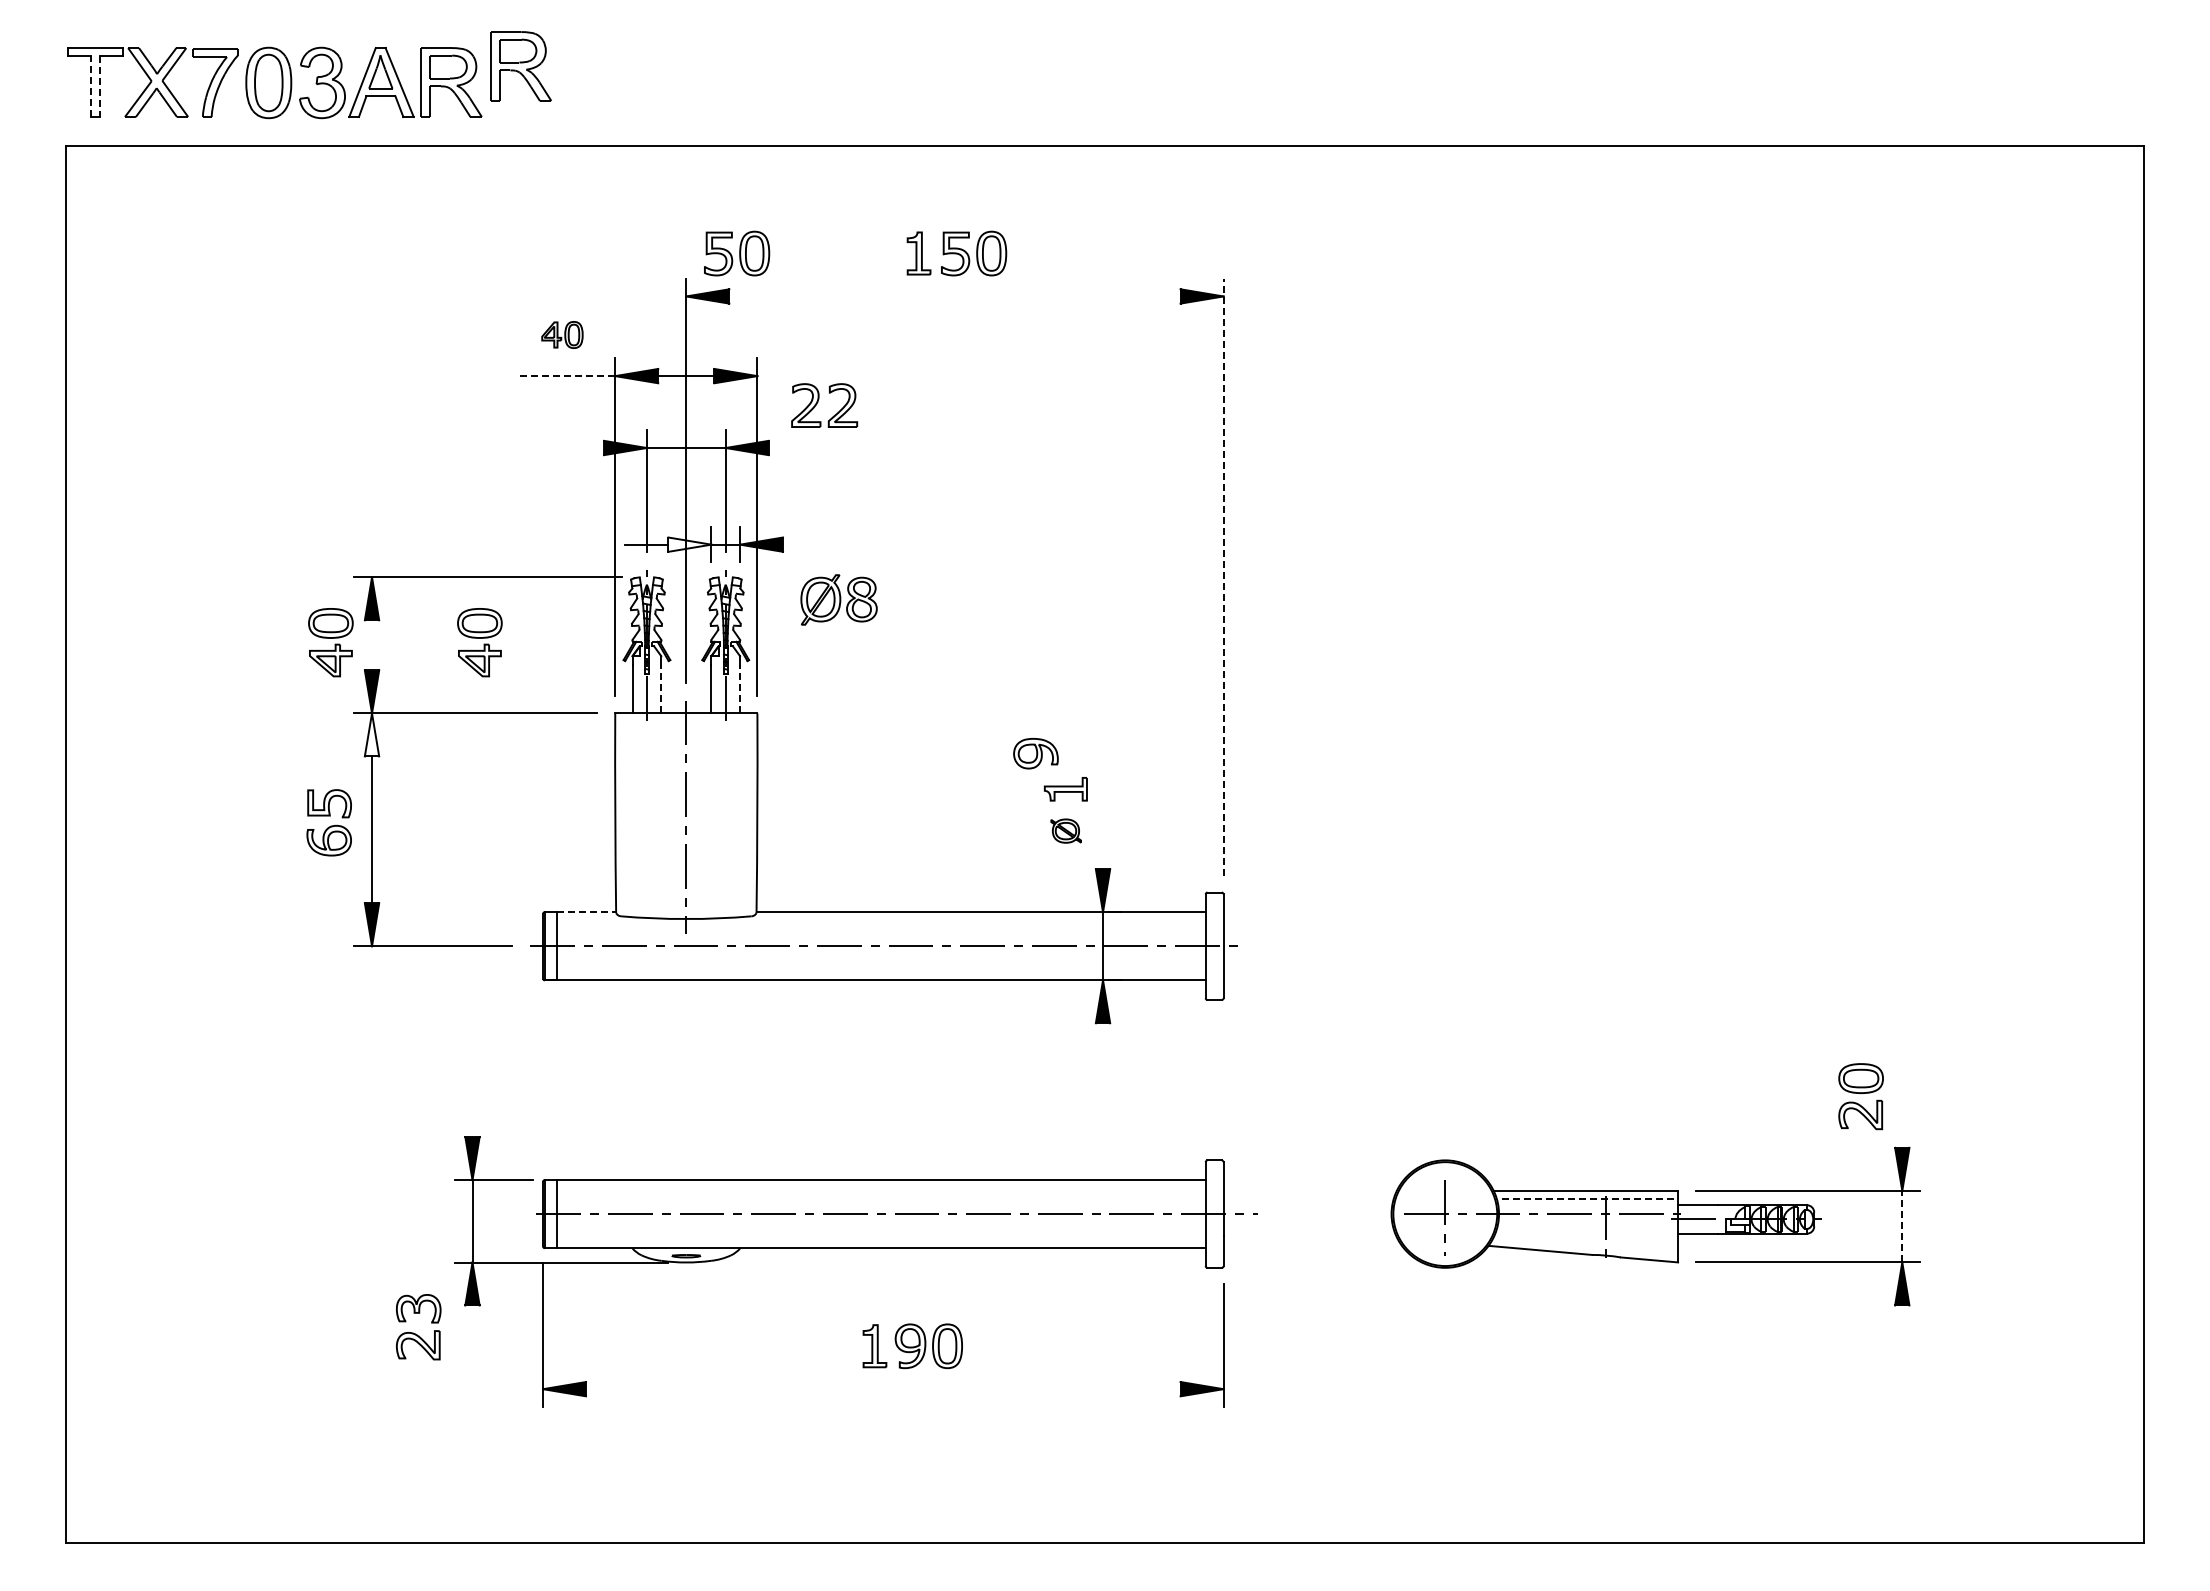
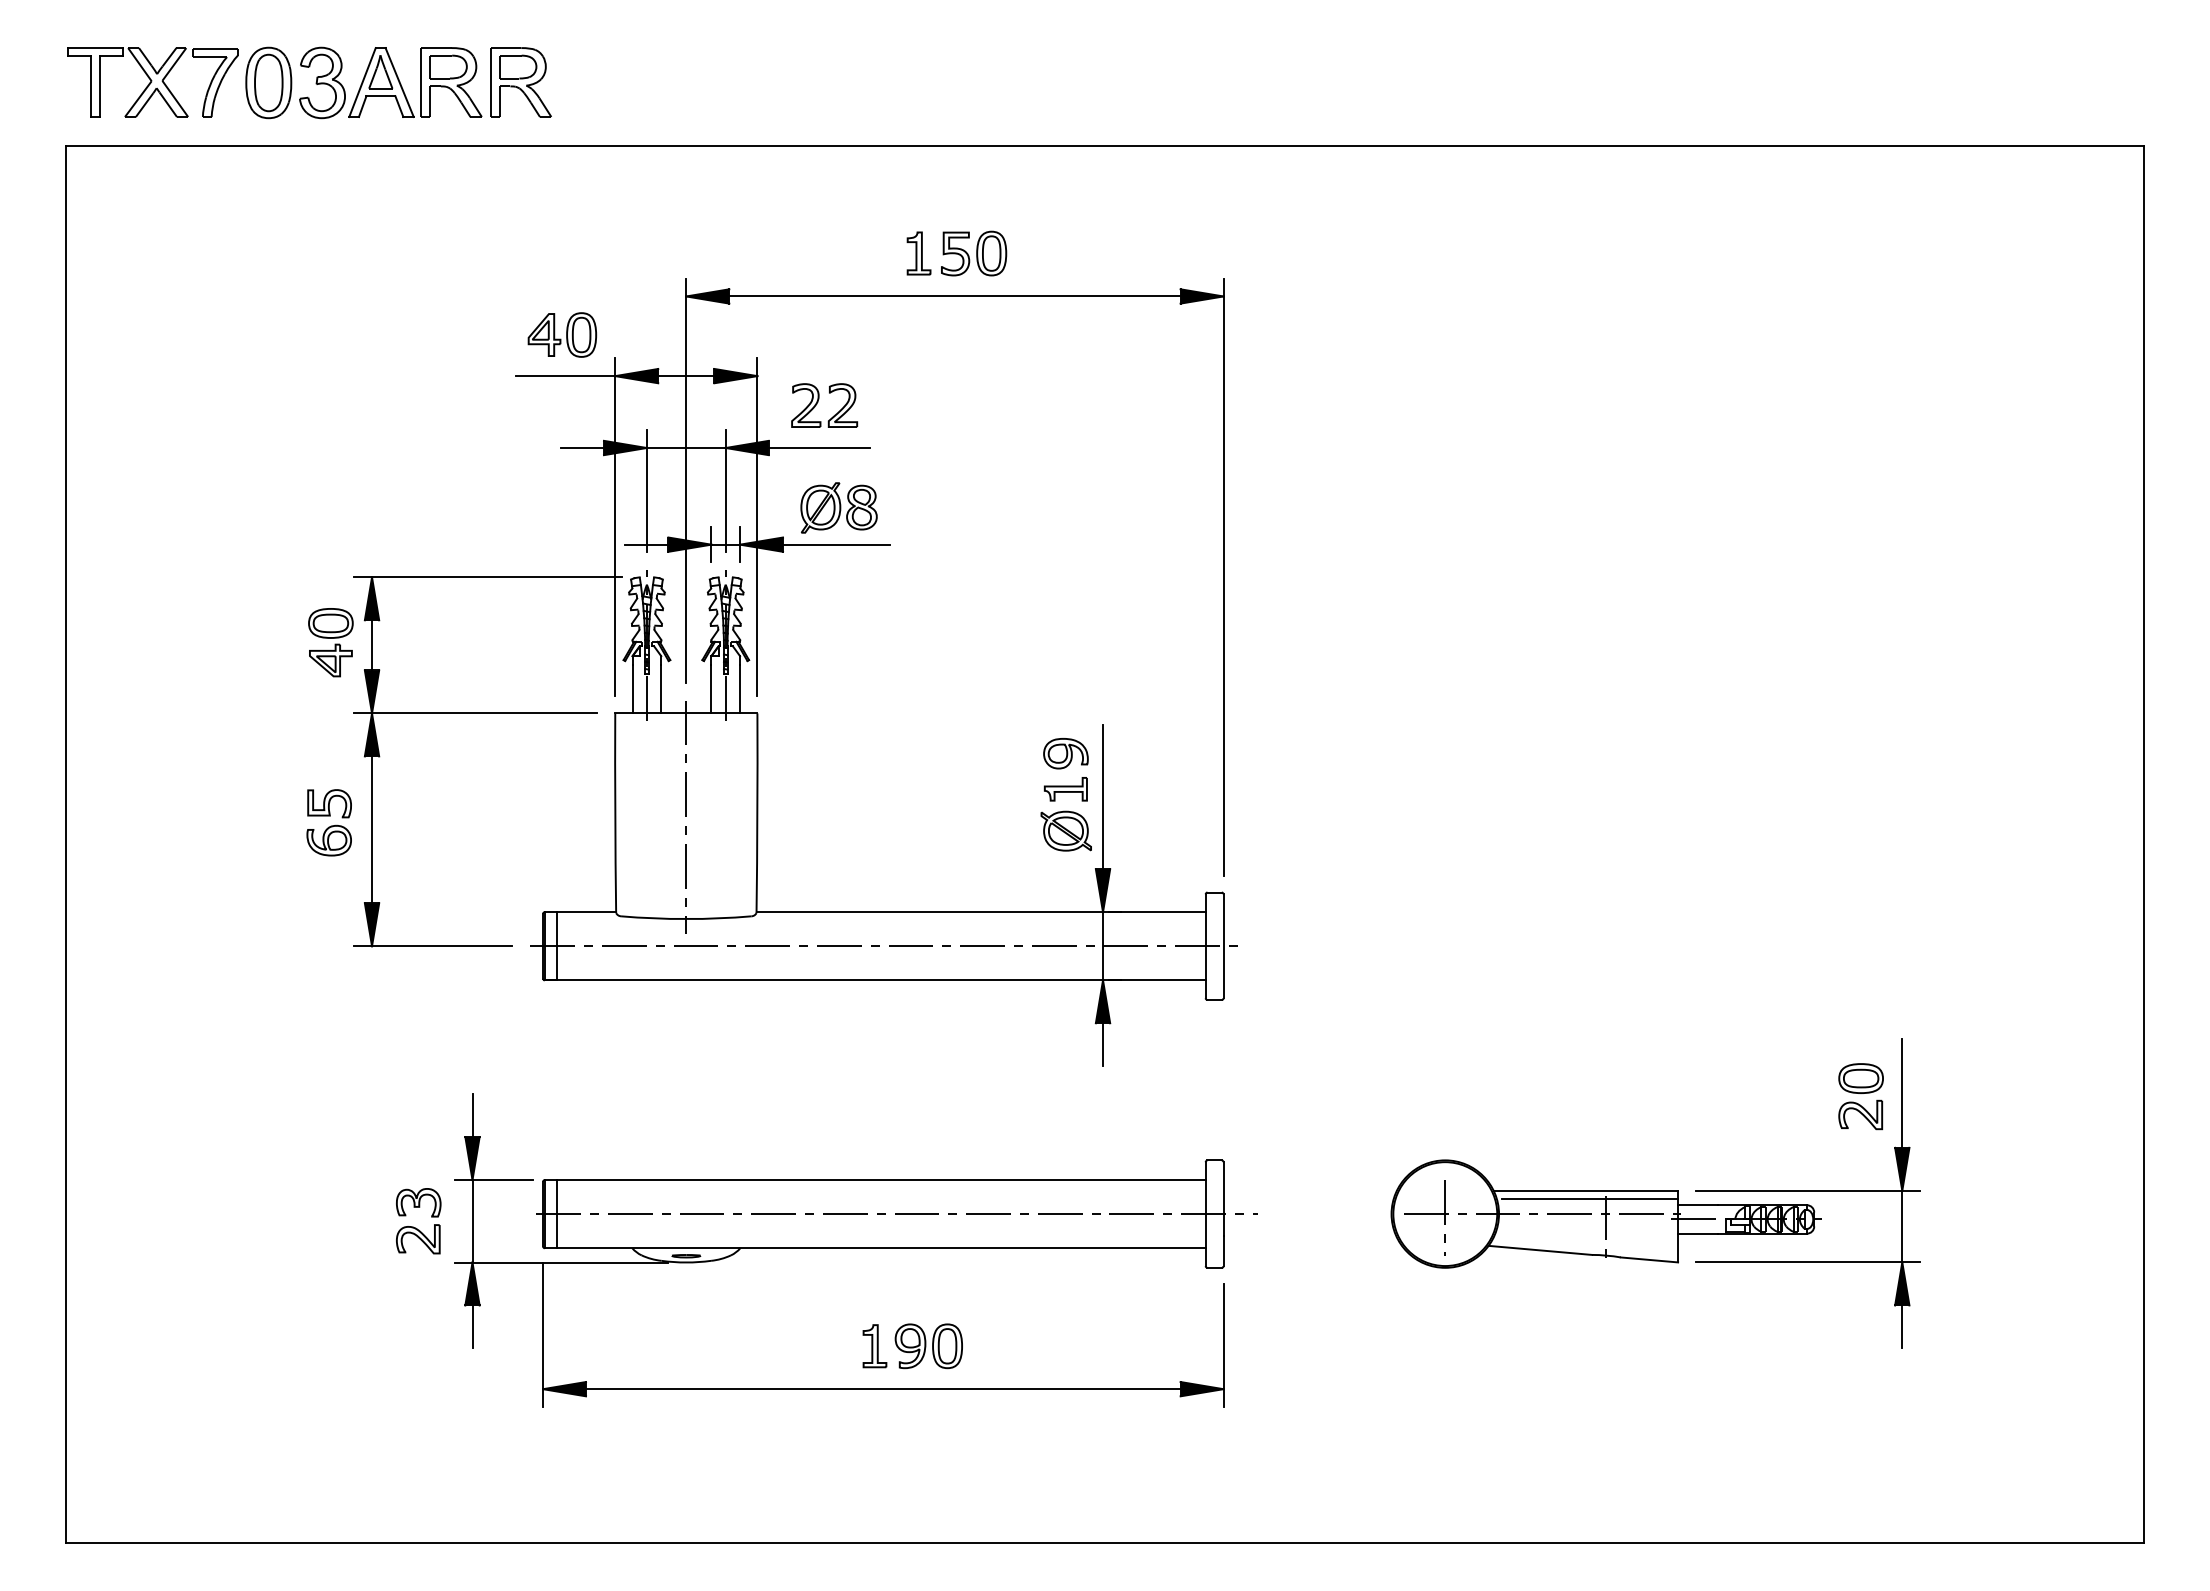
part at (520, 66) position: (520, 66) -> (520, 82)
line at (90, 86): dashed -> solid
line at (99, 87): dashed -> solid
part at (737, 253): present -> none
line at (954, 296): none -> present
part at (562, 334) size: 43x28 px -> 71x46 px
line at (565, 376): dashed -> solid
line at (581, 448): none -> present
line at (819, 448): none -> present
fill at (689, 544): none -> present
line at (836, 544): none -> present
line at (1223, 577): dashed -> solid
part at (838, 599) position: (838, 599) -> (838, 507)
part at (479, 642): present -> none
line at (372, 645): none -> present
line at (661, 688): dashed -> solid
line at (740, 688): dashed -> solid
fill at (371, 734): none -> present
part at (1035, 753) position: (1035, 753) -> (1065, 753)
line at (1103, 796): none -> present
part at (1065, 830) size: 32x26 px -> 52x42 px
line at (587, 912): dashed -> solid
line at (1103, 1044): none -> present
line at (1902, 1092): none -> present
line at (472, 1115): none -> present
line at (1590, 1198): dashed -> solid
line at (1902, 1226): dashed -> solid
line at (472, 1326): none -> present
line at (1902, 1326): none -> present
part at (415, 1333) position: (415, 1333) -> (415, 1227)
line at (883, 1389): none -> present
